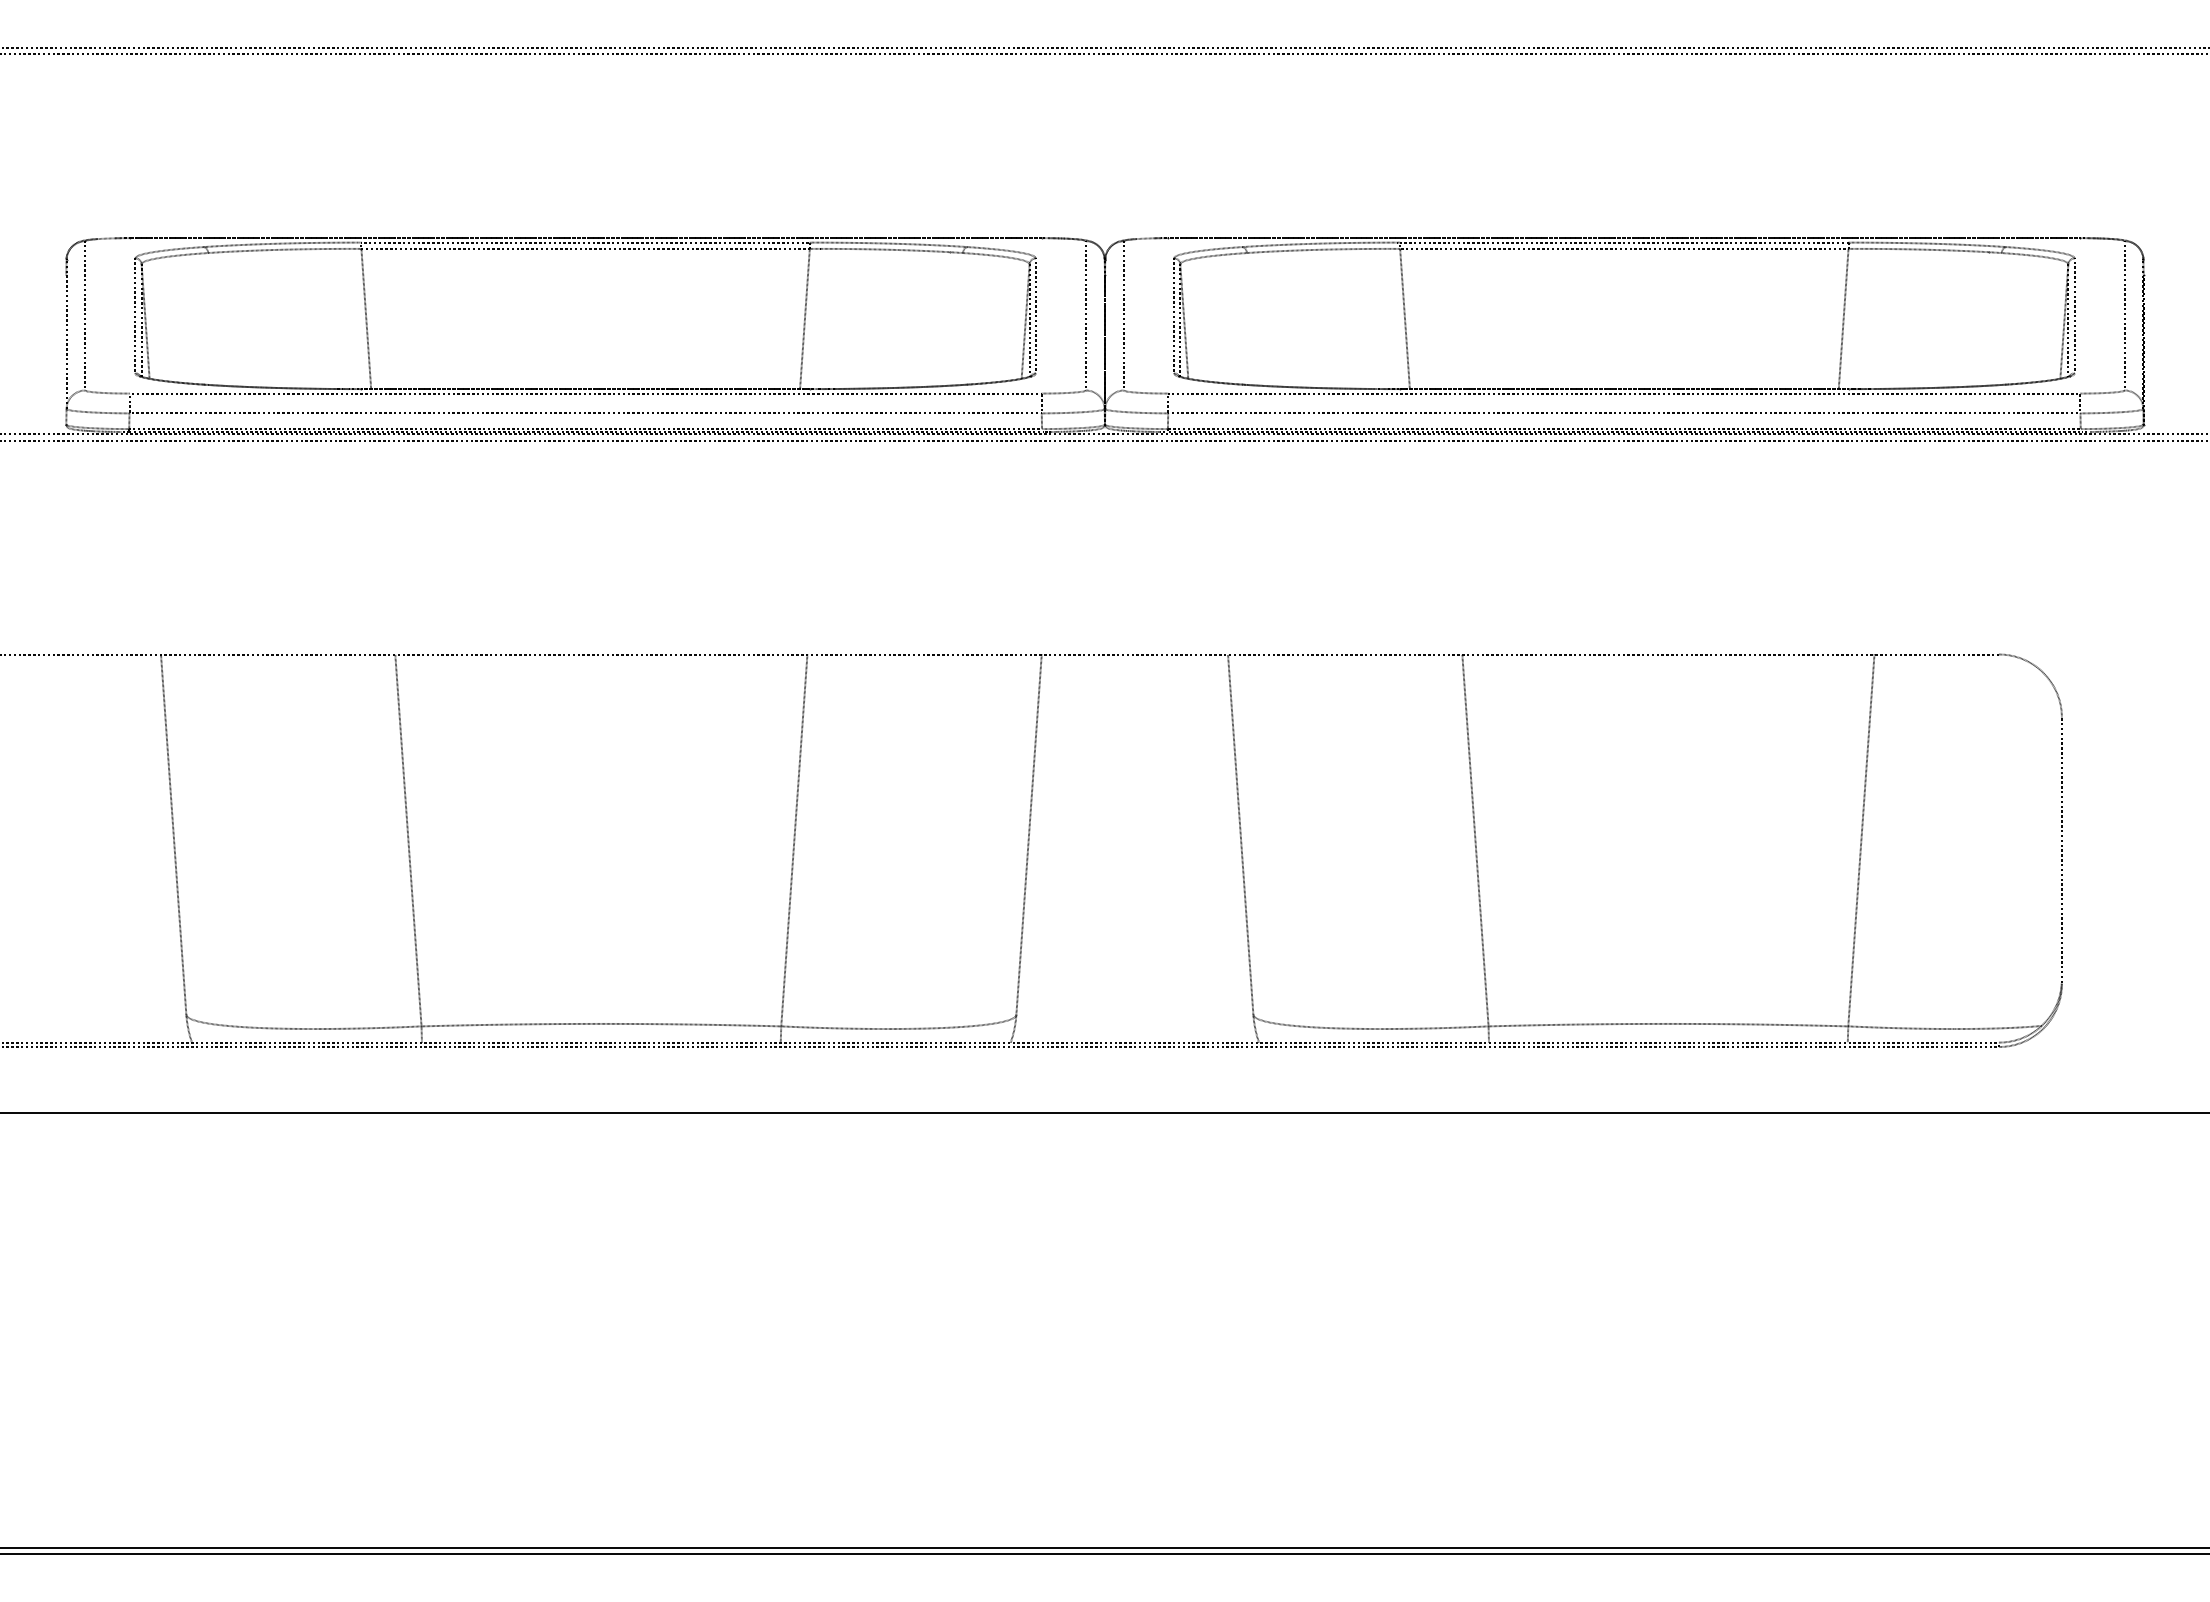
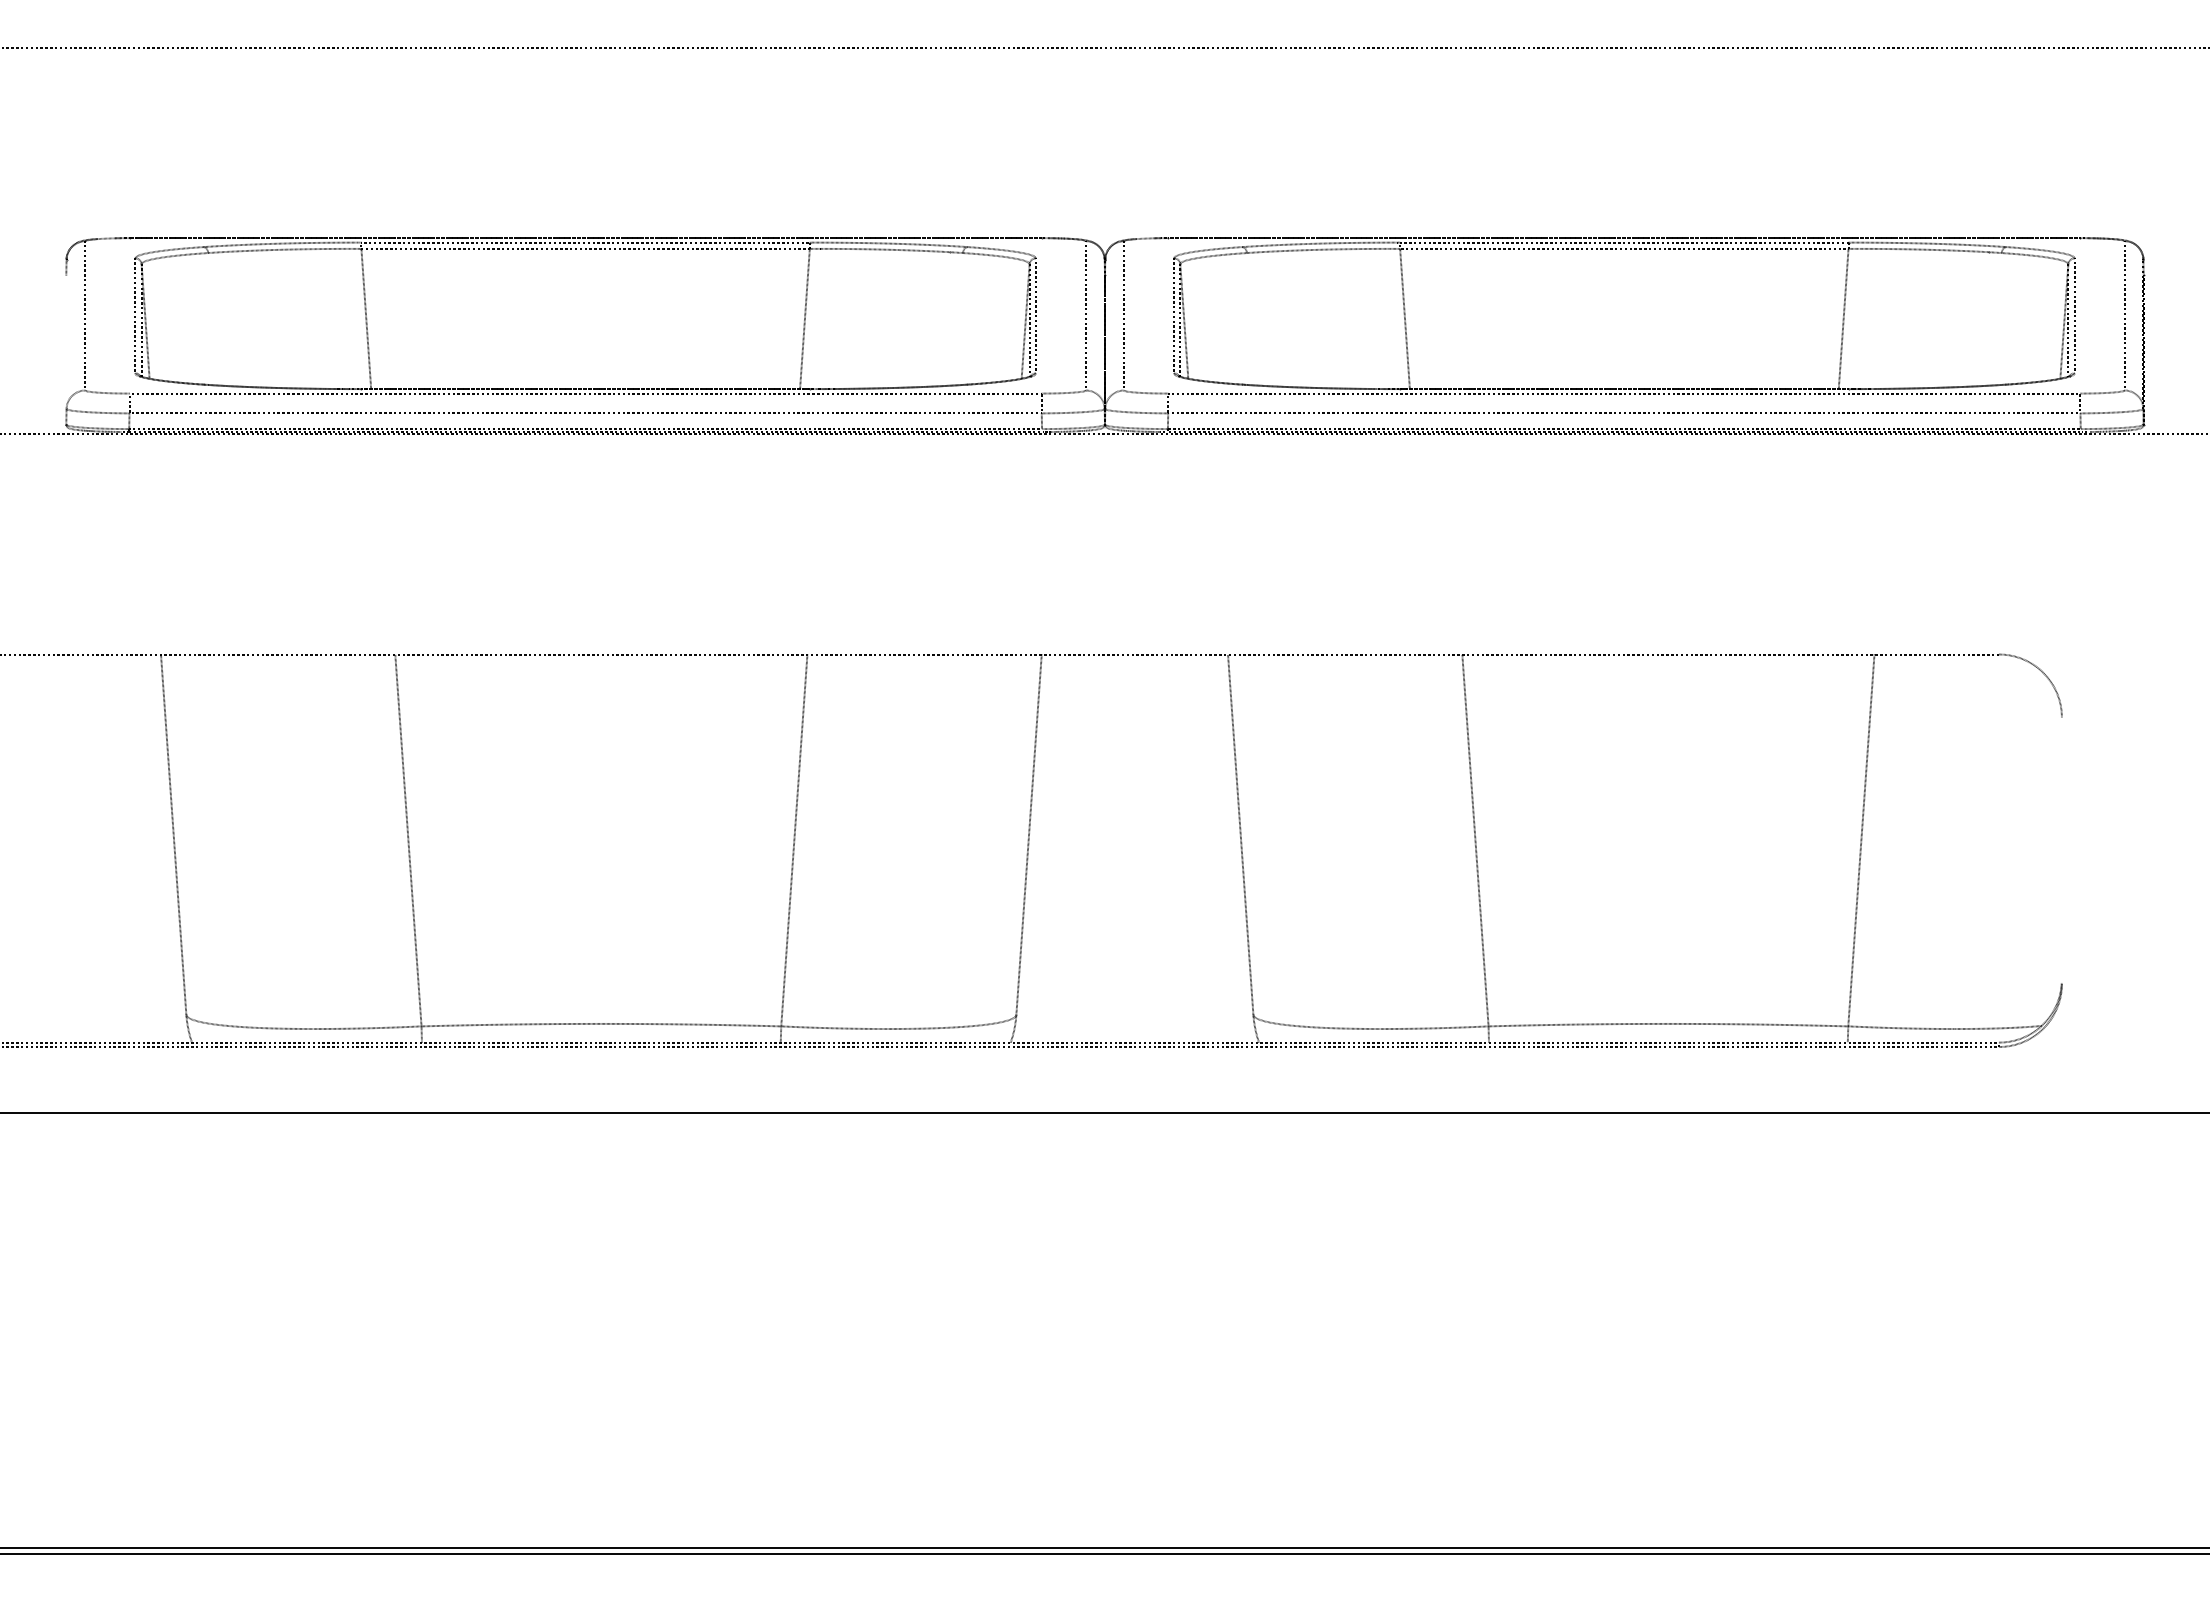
line at (1104, 54): present -> none
line at (66, 334): present -> none
line at (1104, 441): present -> none
line at (2061, 850): present -> none
